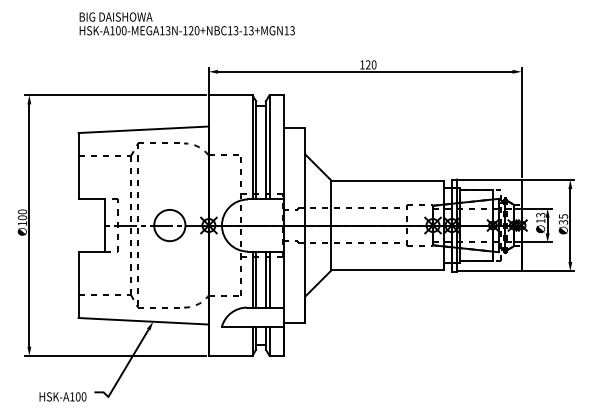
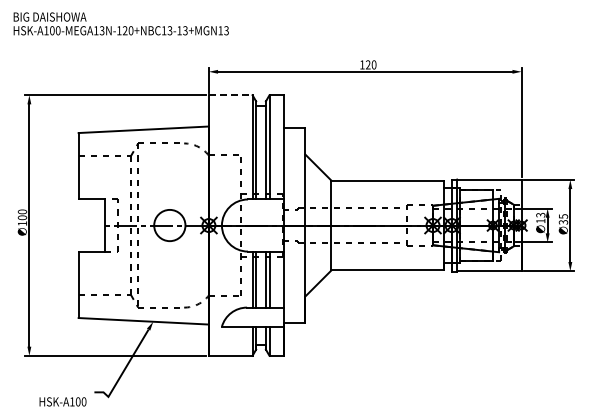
text at (186, 23) position: (186, 23) -> (120, 23)
line at (230, 95): solid -> dashed
text at (62, 396) position: (62, 396) -> (62, 401)
